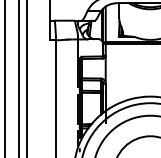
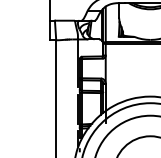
line at (5, 78): present -> none
line at (19, 78): present -> none
line at (27, 78): present -> none
